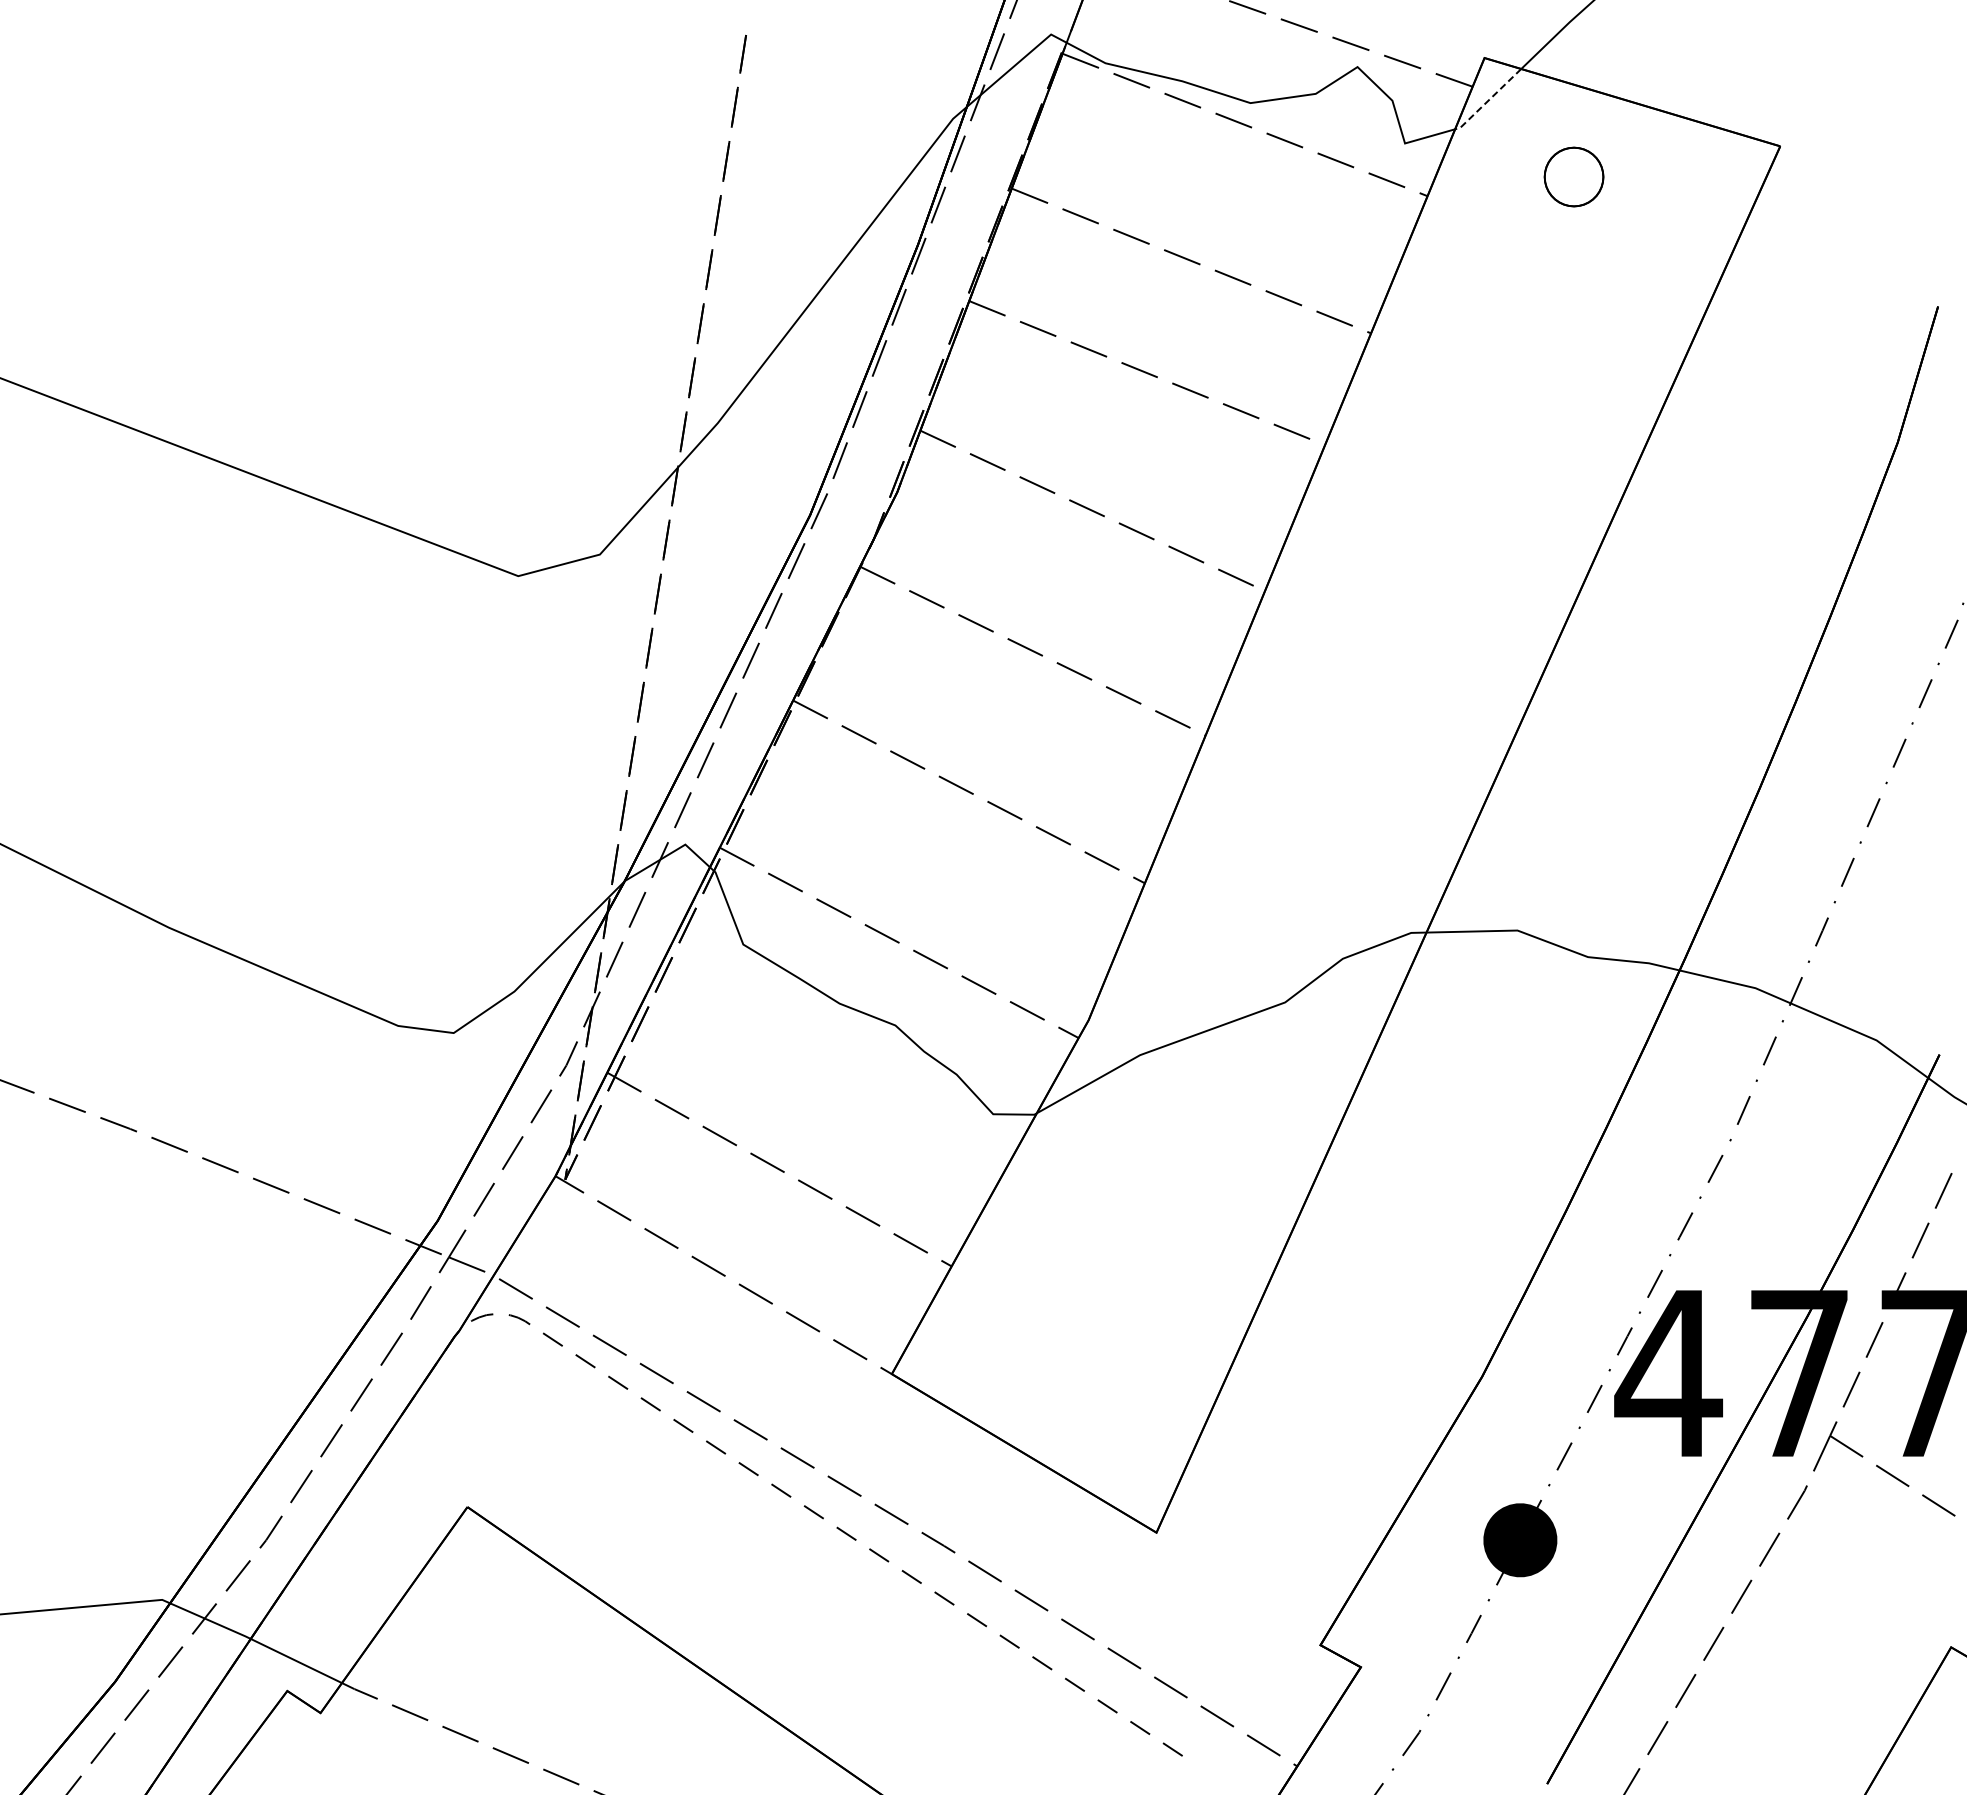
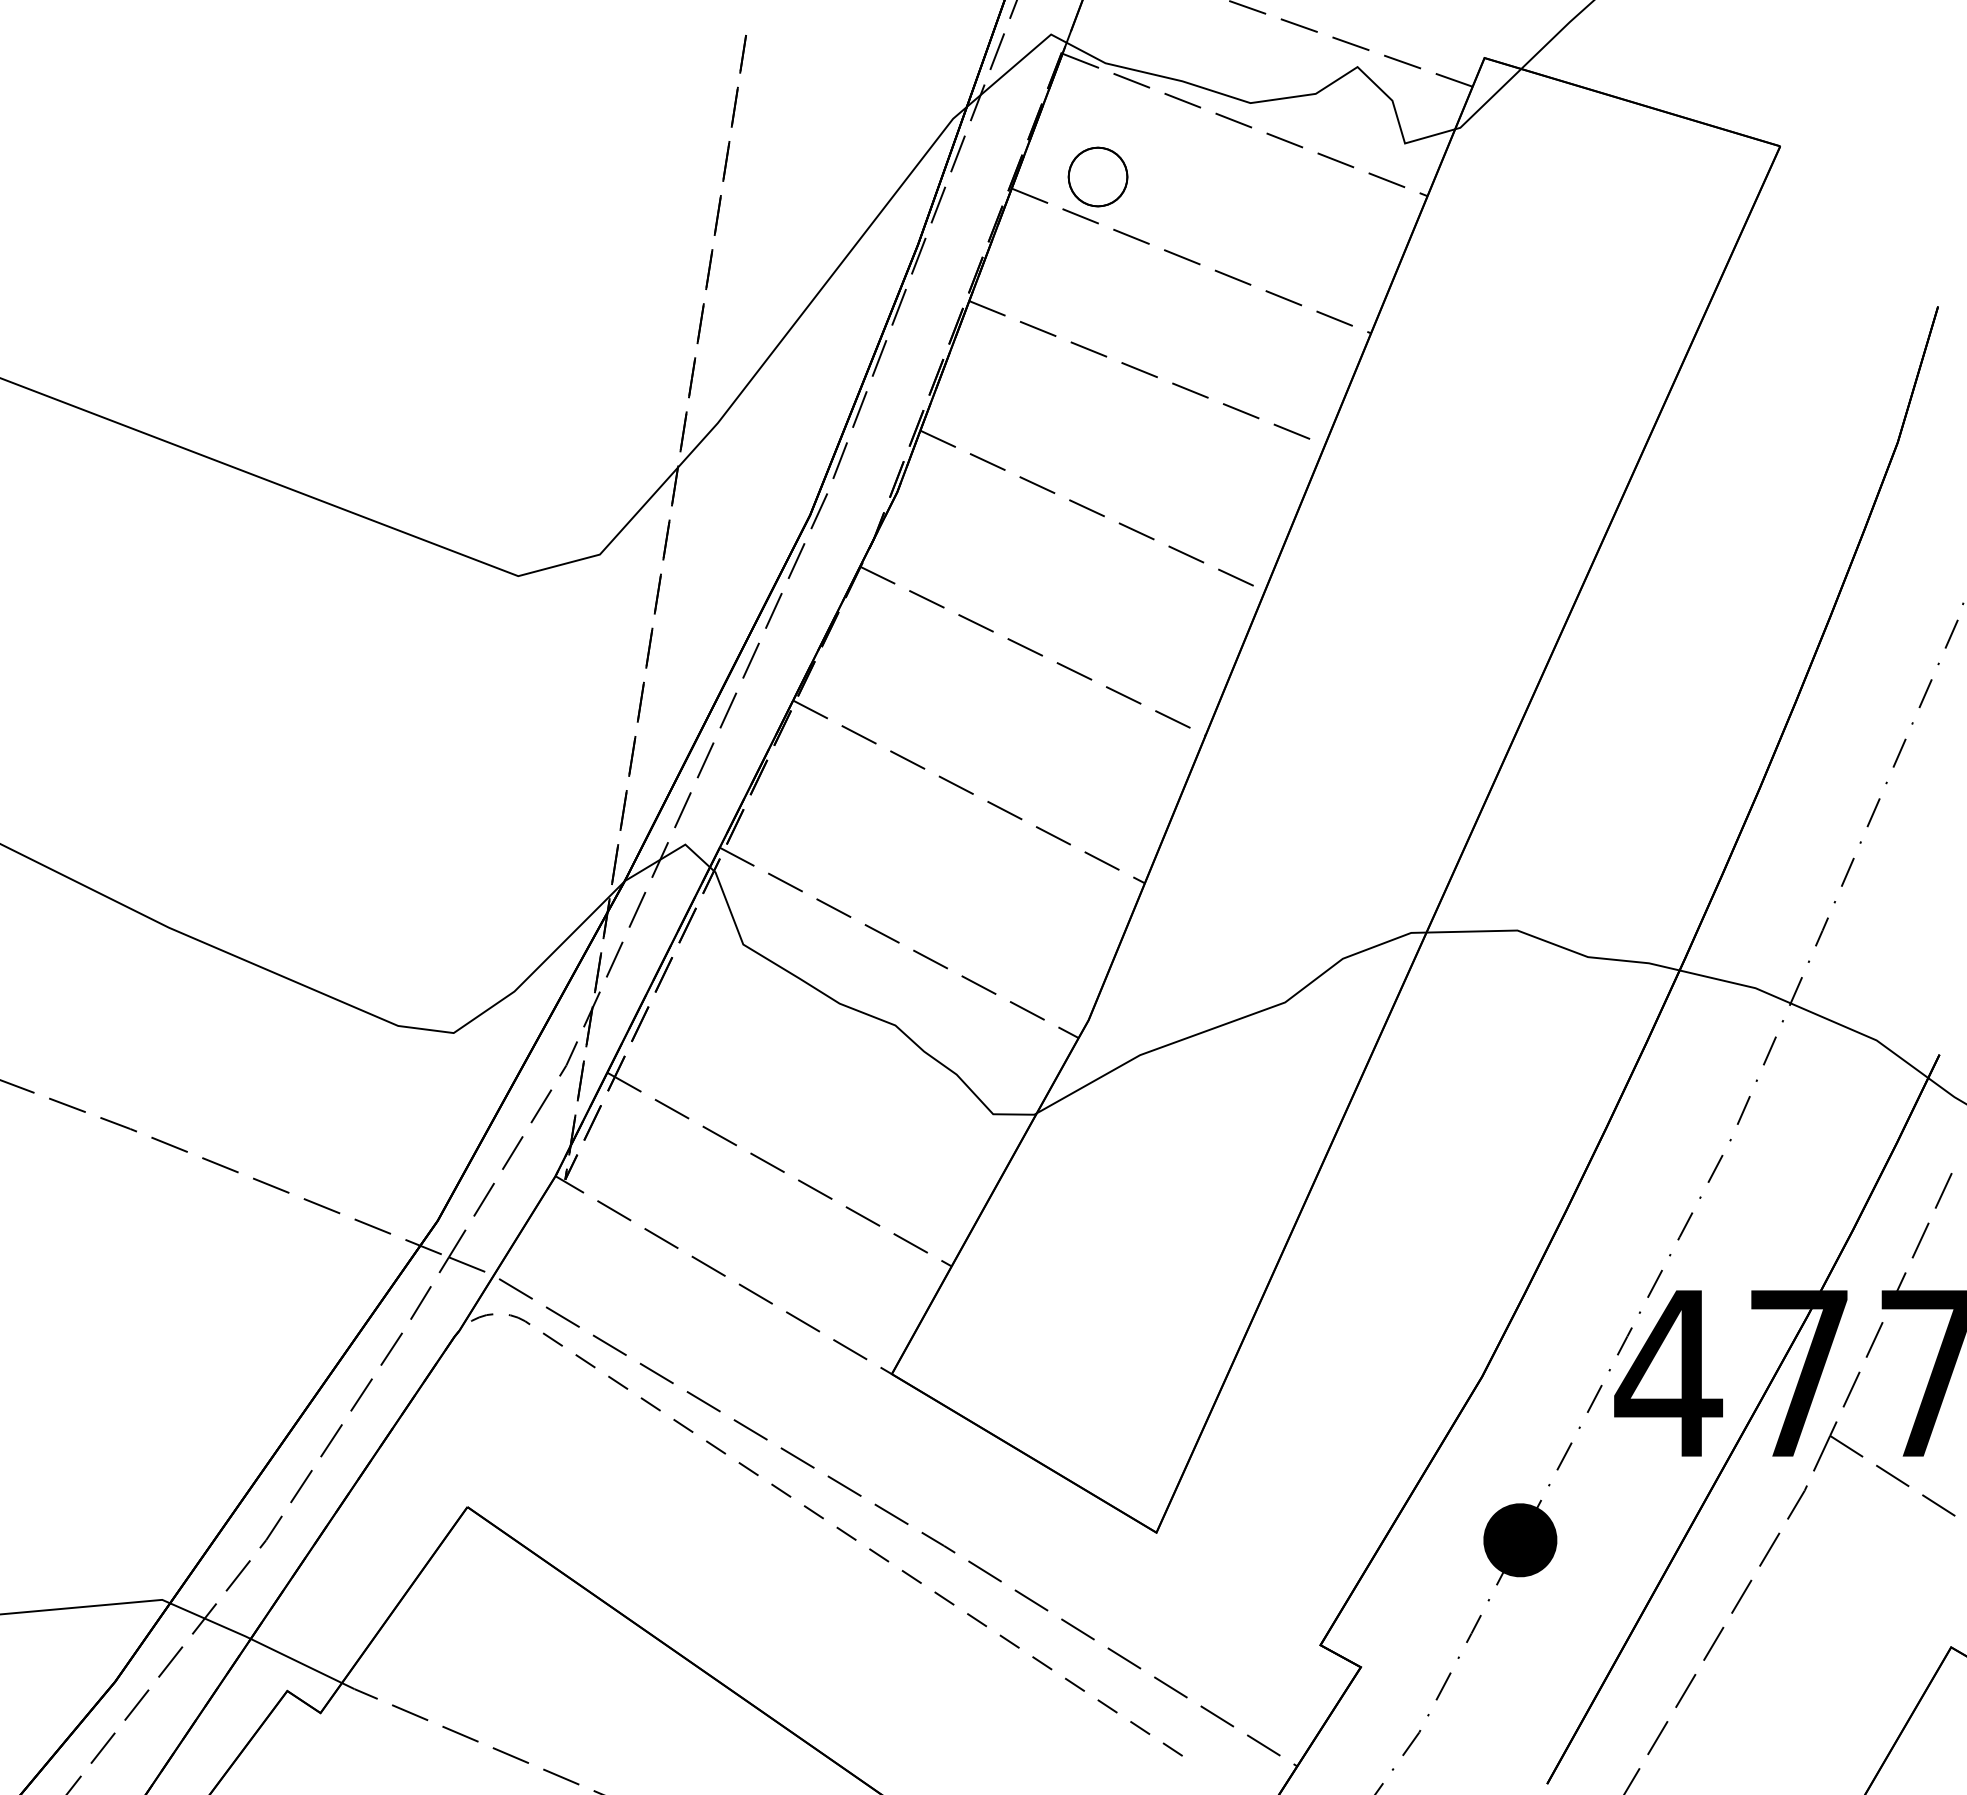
line at (1488, 100): dashed -> solid
part at (1573, 176) position: (1573, 176) -> (1097, 176)
